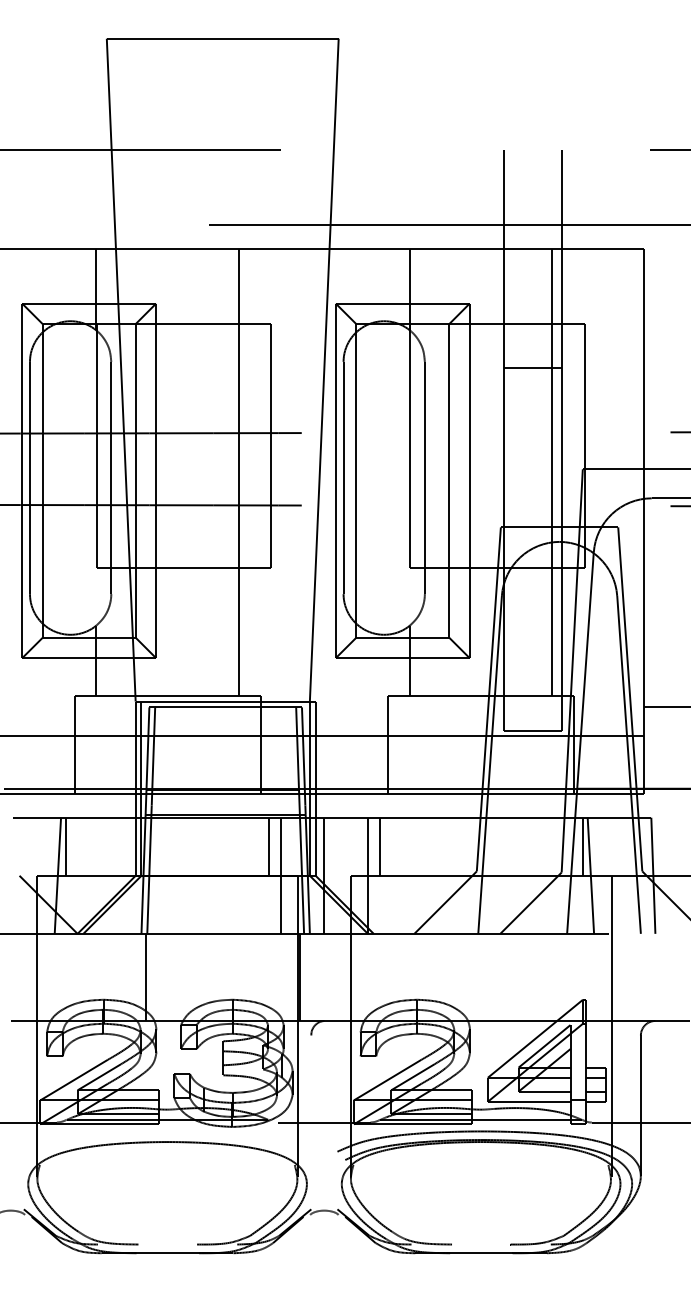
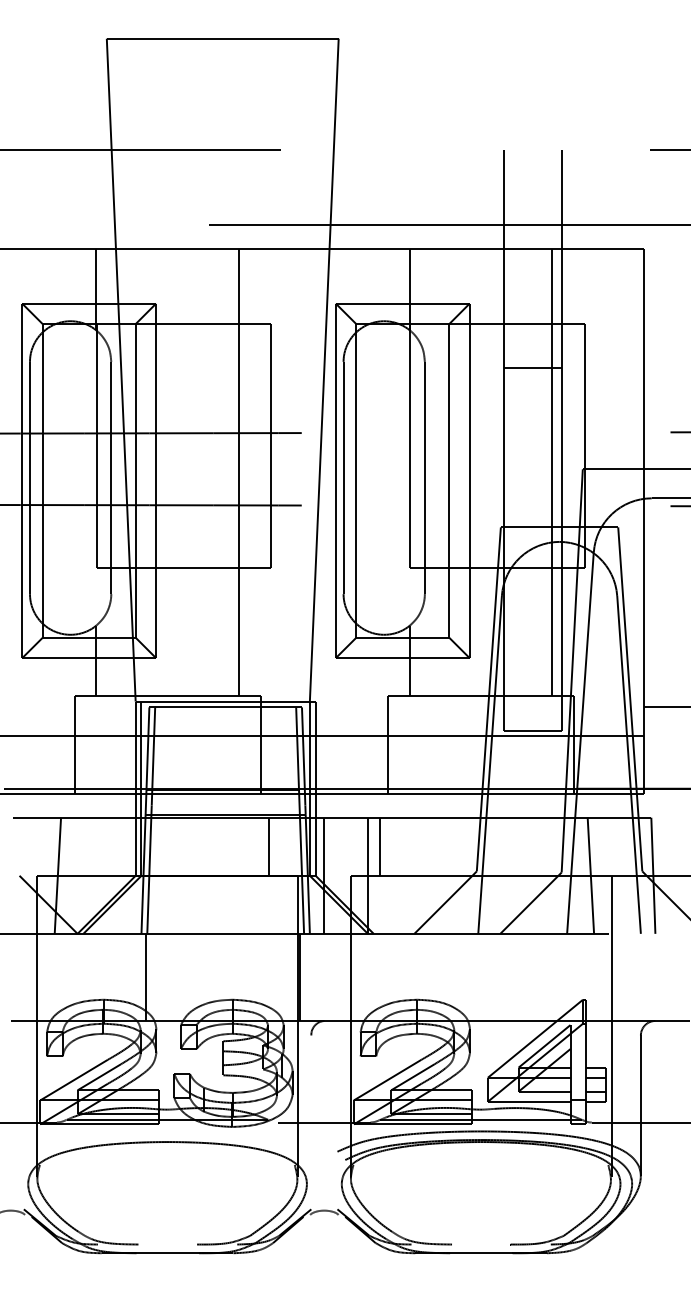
line at (65, 846): present -> none
line at (582, 846): present -> none
line at (280, 875): present -> none
